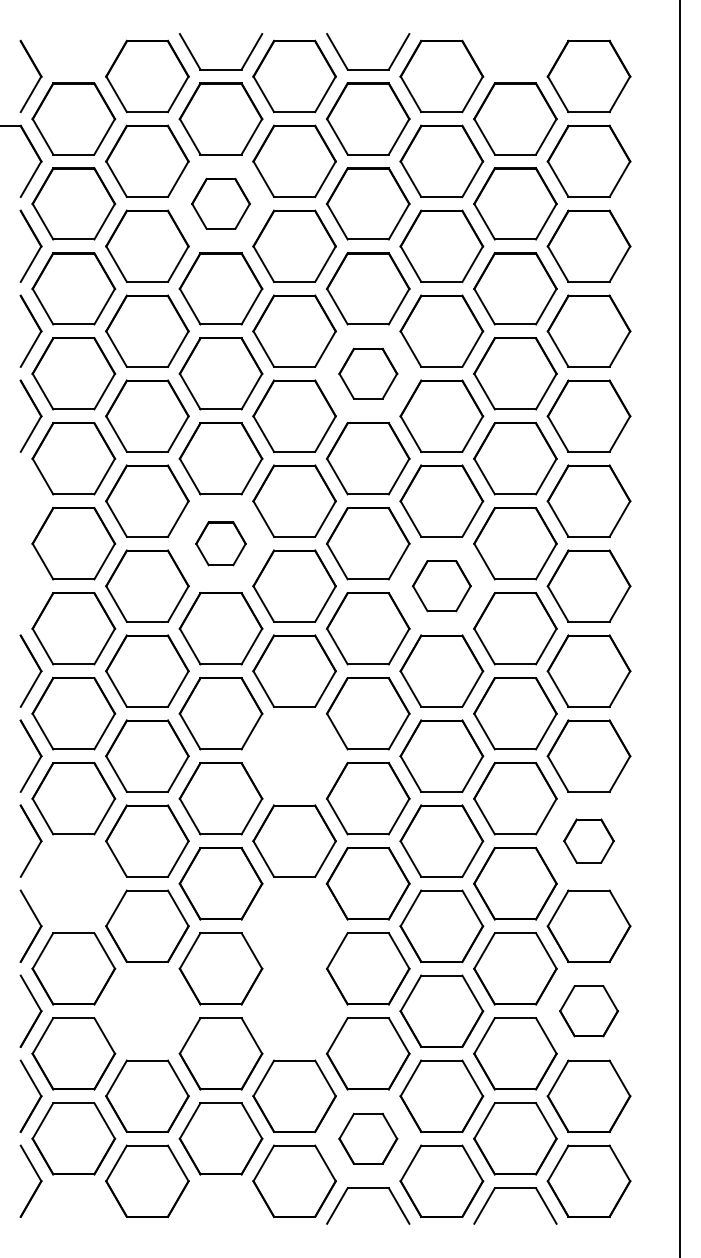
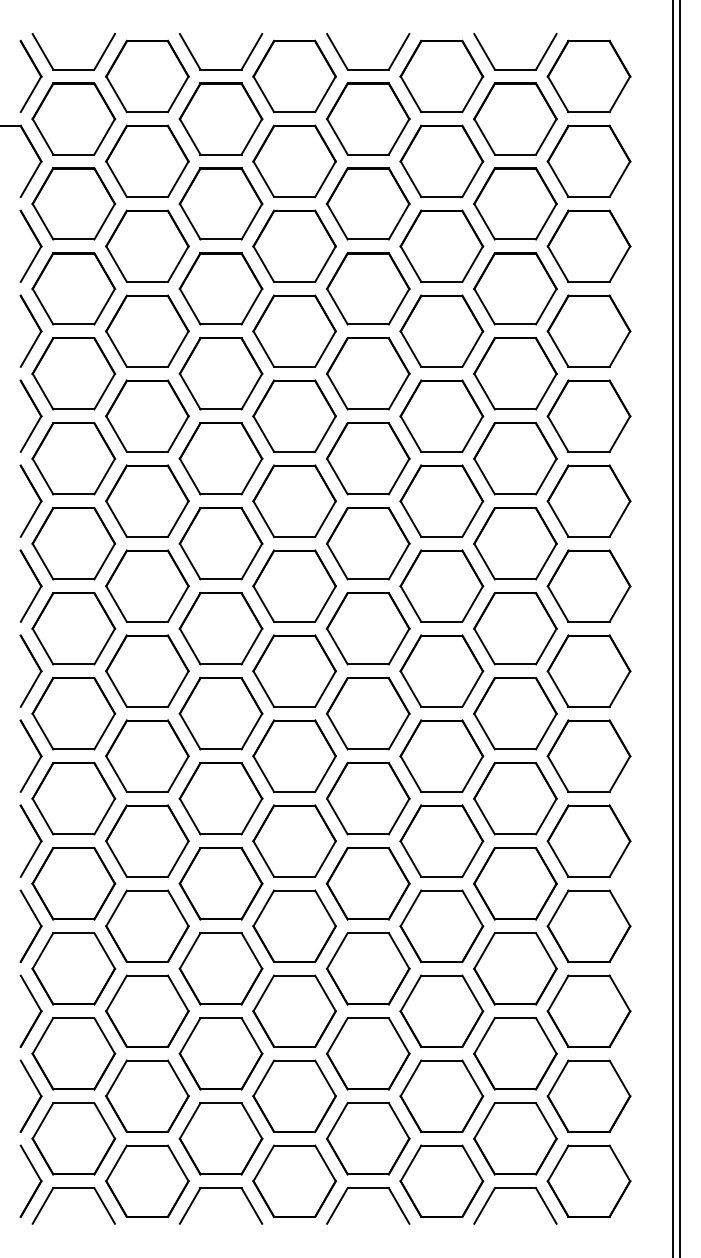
part at (73, 69): none -> present
part at (515, 69): none -> present
part at (220, 203) size: 60x53 px -> 86x74 px
part at (368, 373) size: 61x53 px -> 85x74 px
part at (36, 495): none -> present
part at (220, 543) size: 52x46 px -> 86x74 px
part at (36, 580): none -> present
part at (441, 586) size: 61x53 px -> 86x74 px
line at (673, 628): none -> present
part at (294, 755): none -> present
part at (588, 840) size: 52x46 px -> 86x74 px
part at (73, 883): none -> present
part at (294, 925): none -> present
part at (147, 1010): none -> present
part at (294, 1010): none -> present
part at (588, 1011) size: 60x53 px -> 86x74 px
part at (368, 1138) size: 61x53 px -> 85x74 px
part at (73, 1188): none -> present
part at (221, 1188): none -> present
